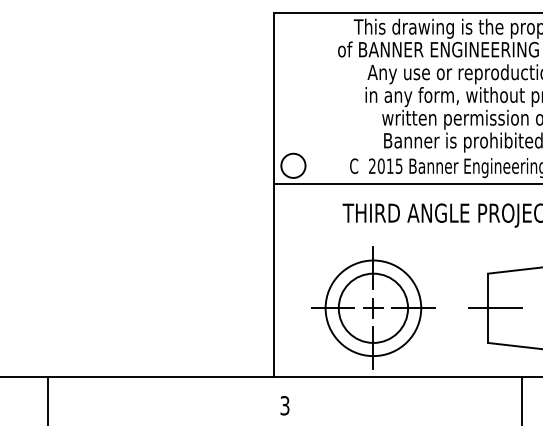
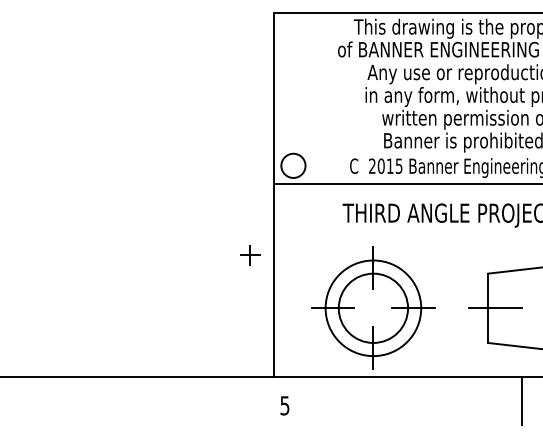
part at (373, 308) position: (373, 308) -> (250, 255)
line at (48, 400): present -> none
text at (285, 405): 3 -> 5
